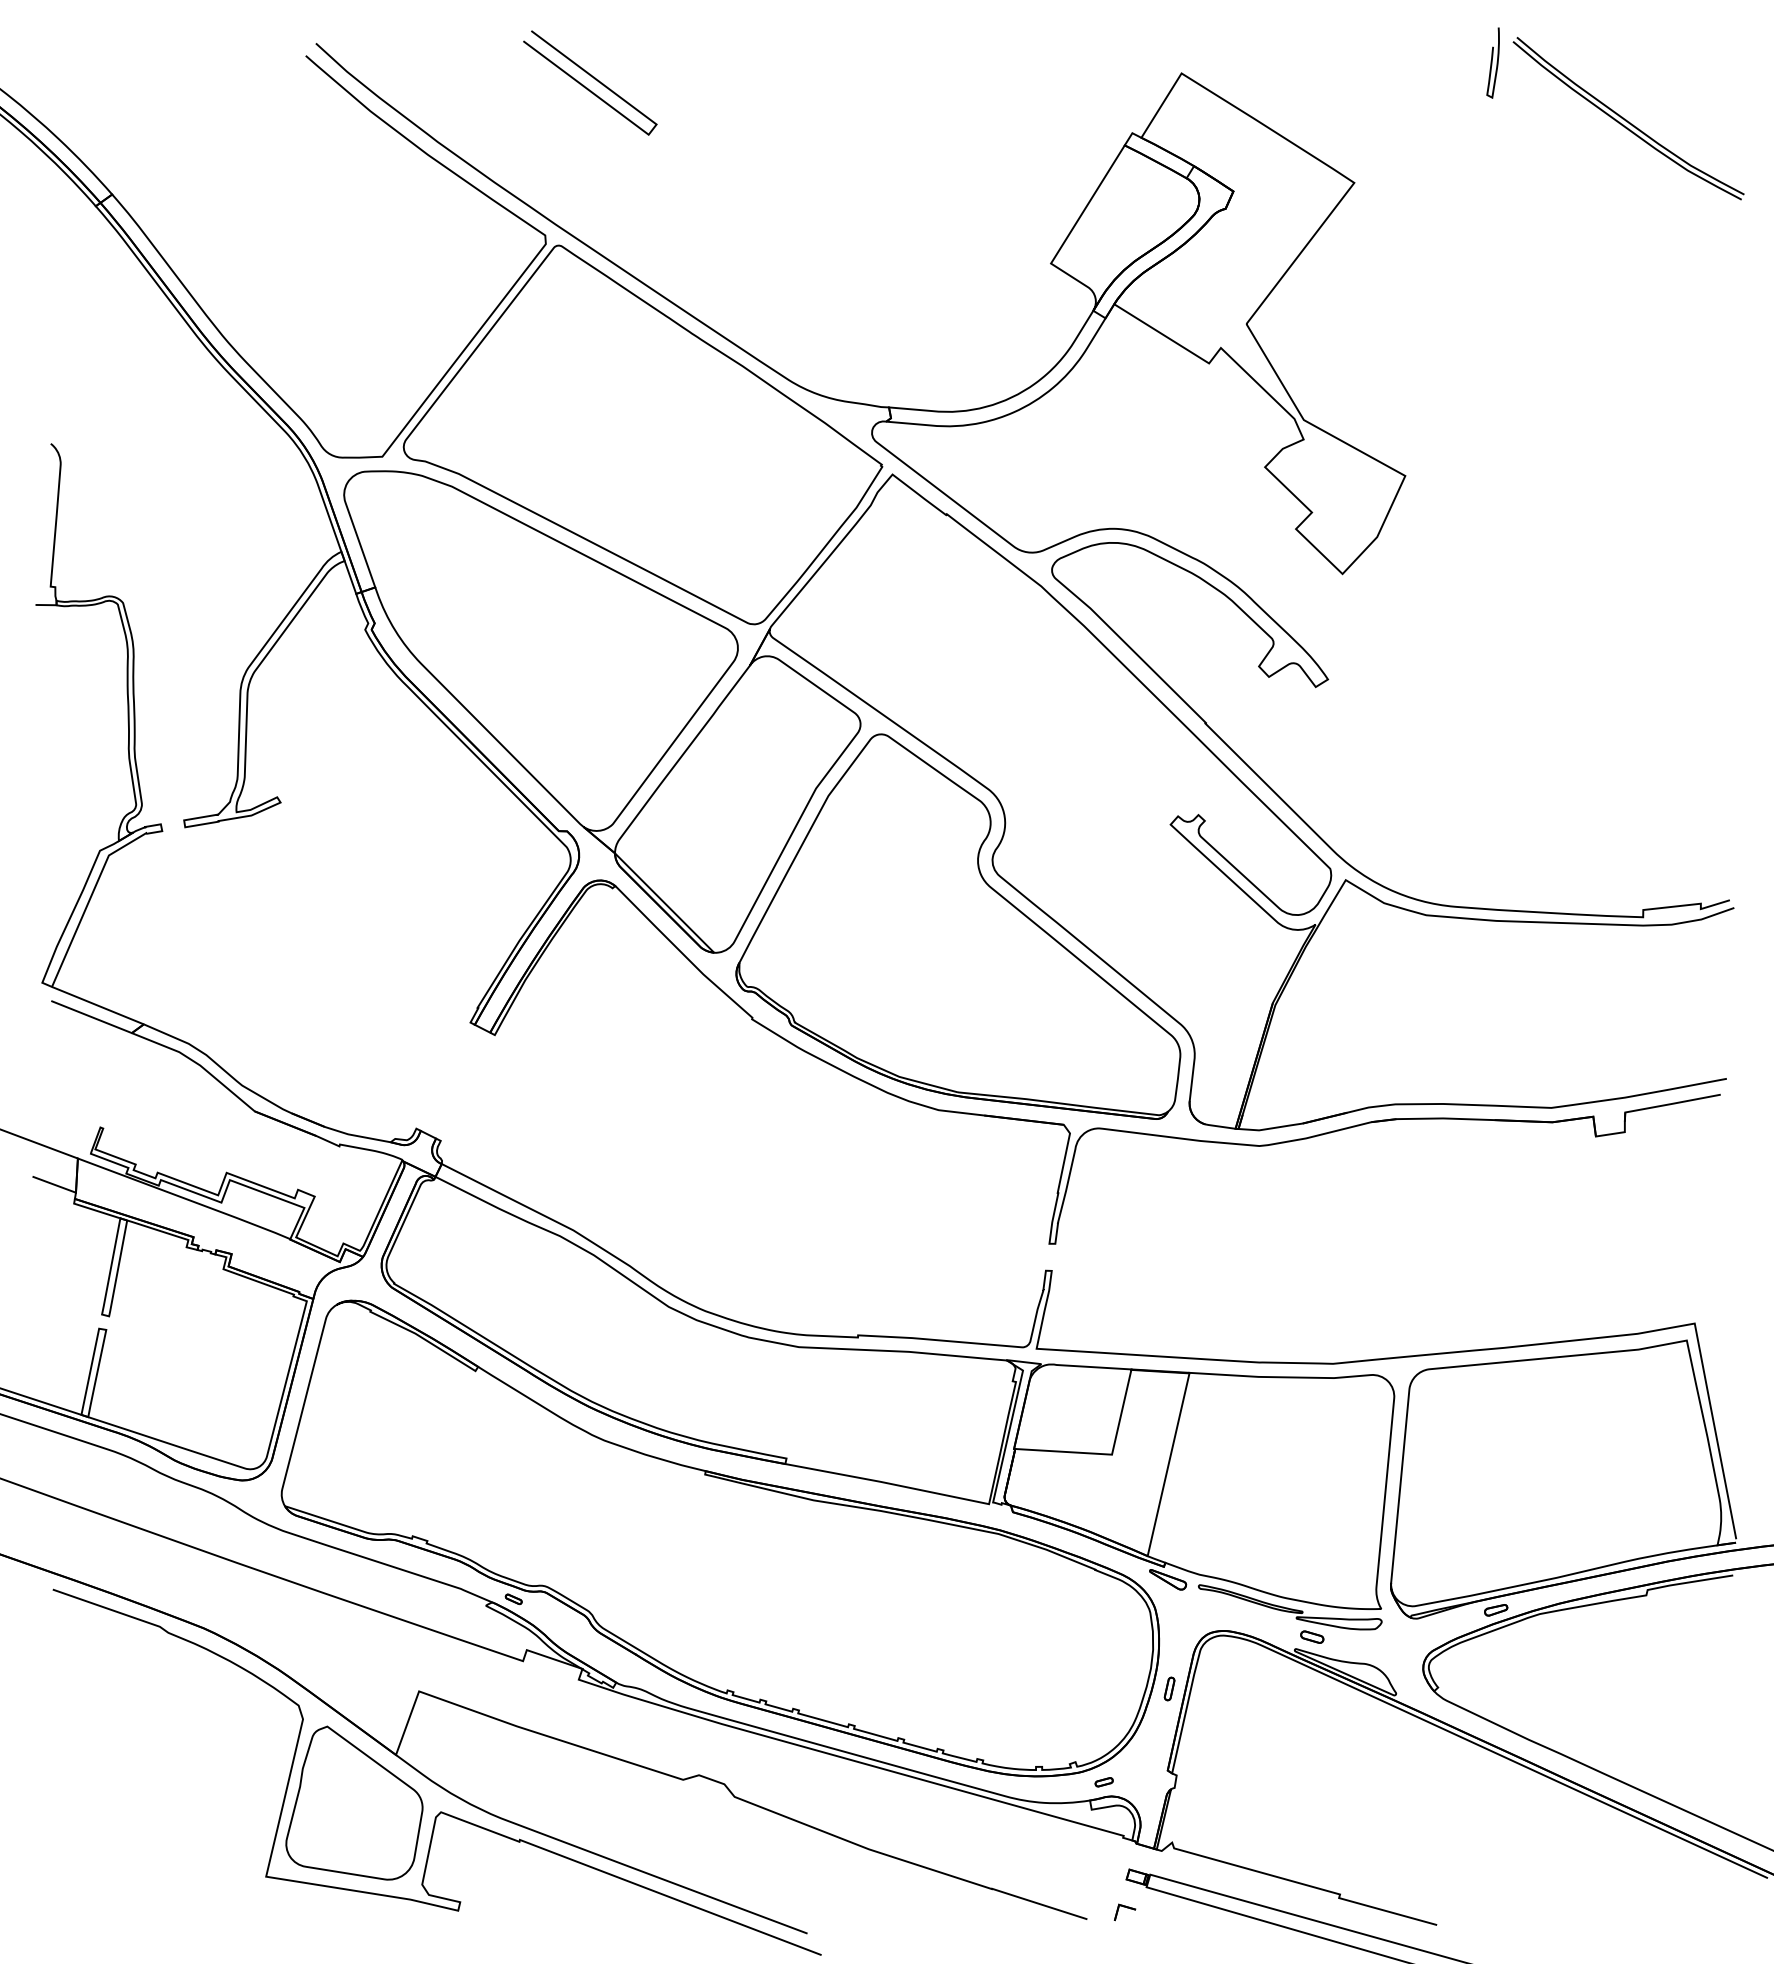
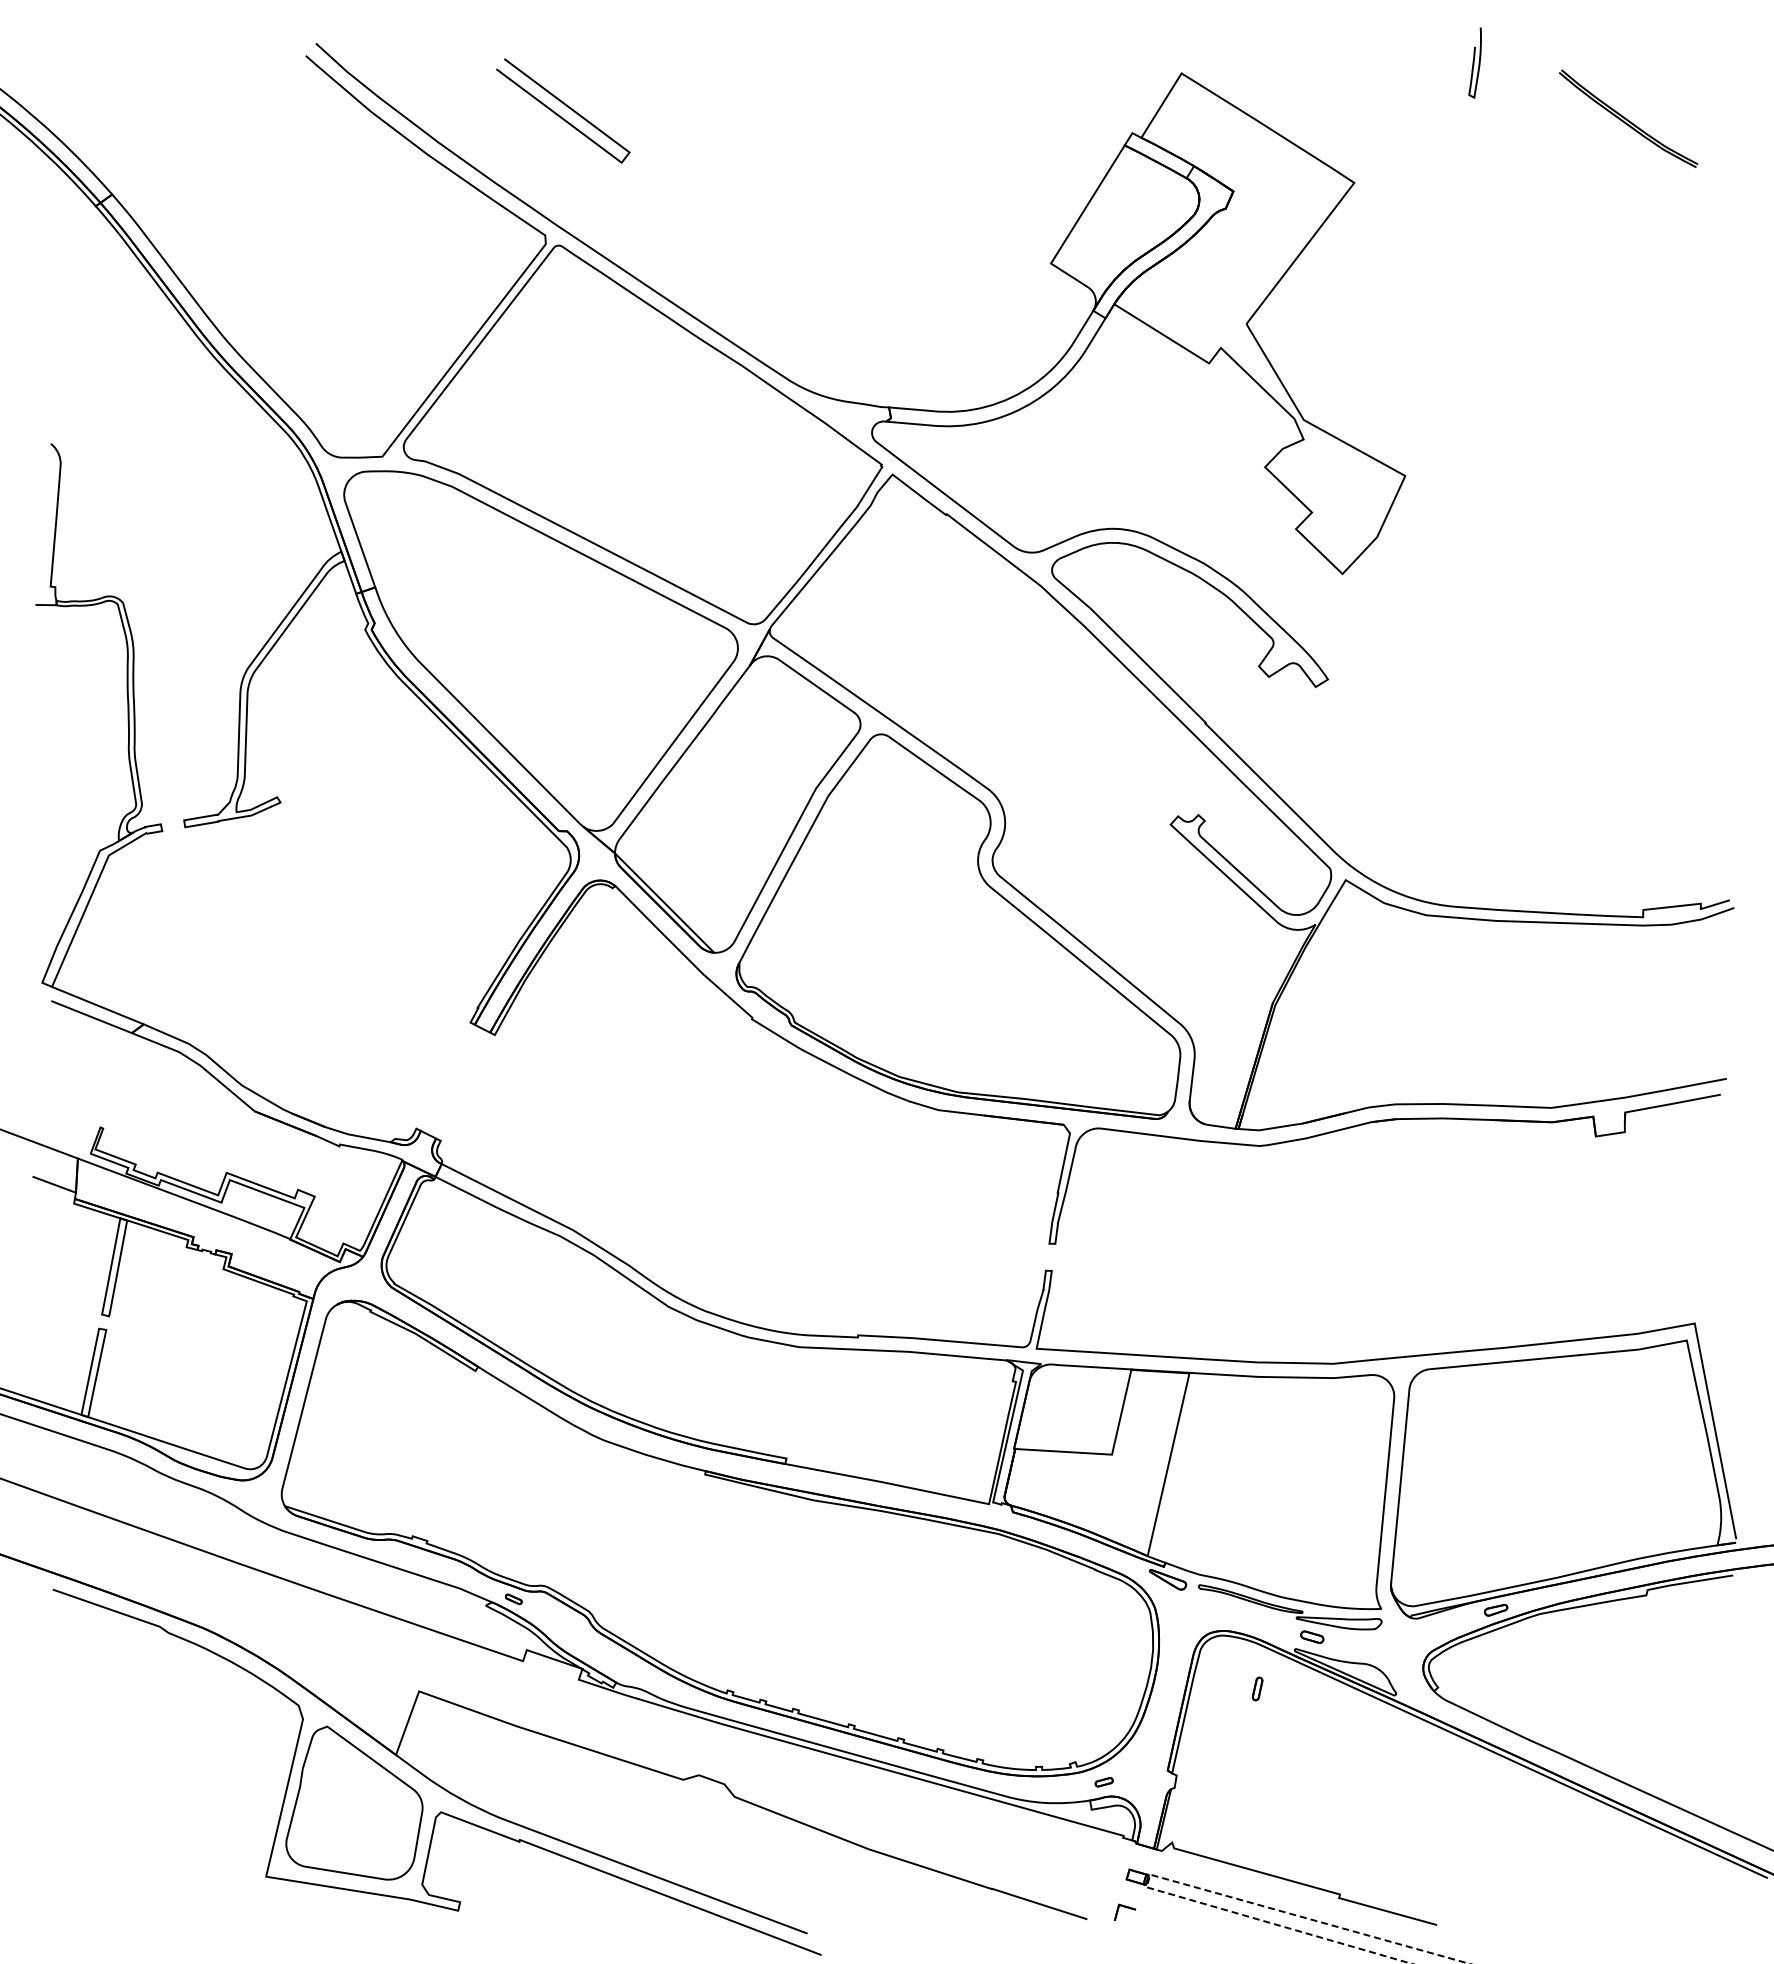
curve at (1492, 62) position: (1492, 62) -> (1474, 62)
line at (593, 78) position: (593, 78) -> (566, 106)
part at (1628, 118) size: 233x164 px -> 140x99 px
part at (1169, 1688) position: (1169, 1688) -> (1257, 1688)
line at (1169, 1880): solid -> dashed
